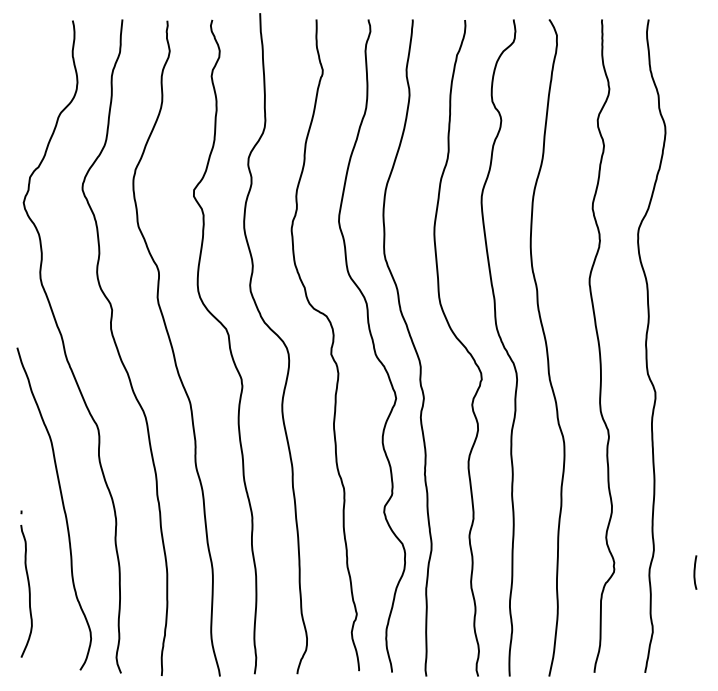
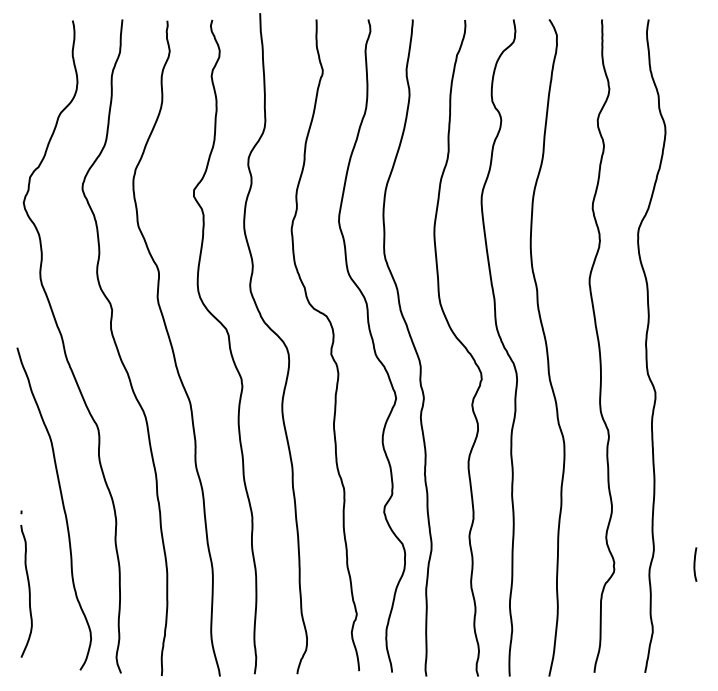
curve at (695, 572) position: (695, 572) -> (695, 564)
